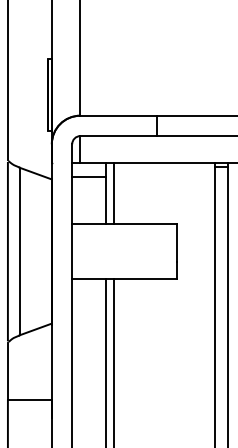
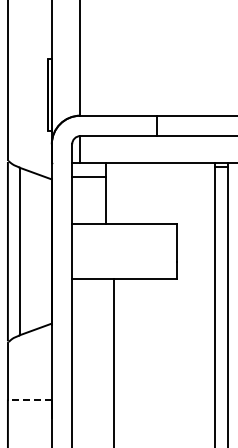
line at (114, 193): present -> none
line at (106, 361): present -> none
line at (29, 399): solid -> dashed
